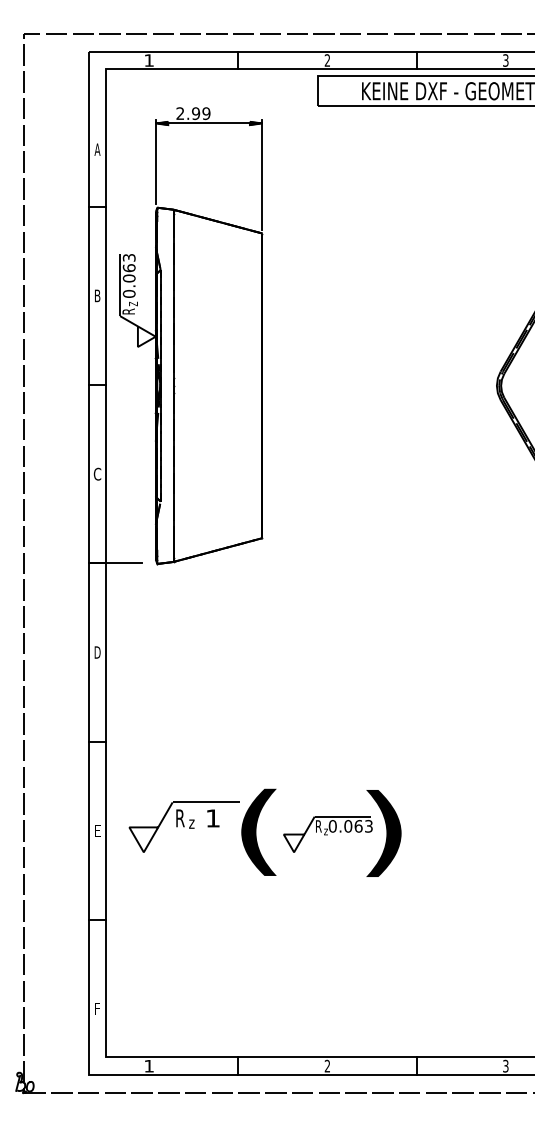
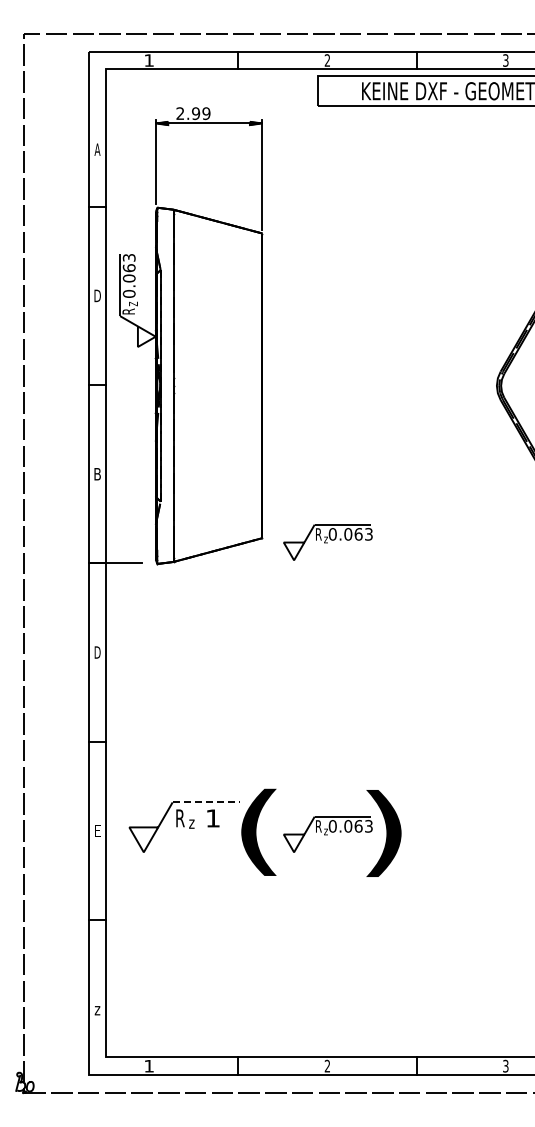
text at (97, 295): B -> D
text at (97, 473): C -> B
part at (327, 542): none -> present
line at (206, 802): solid -> dashed
text at (97, 1009): F -> z
